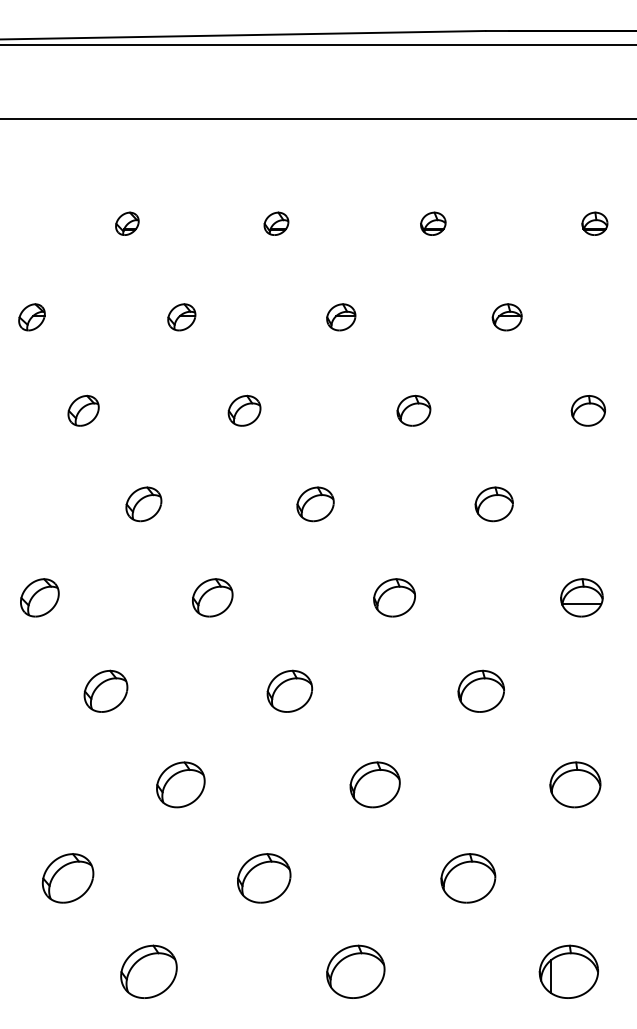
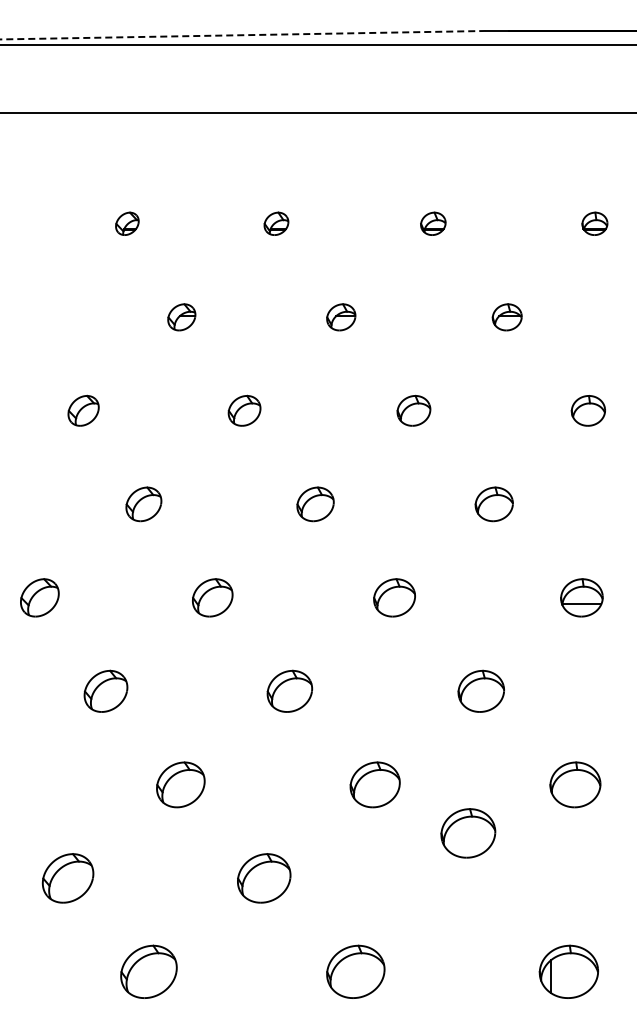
line at (242, 35): solid -> dashed
line at (317, 119) position: (317, 119) -> (317, 113)
part at (31, 317): present -> none
part at (468, 878) position: (468, 878) -> (468, 833)
